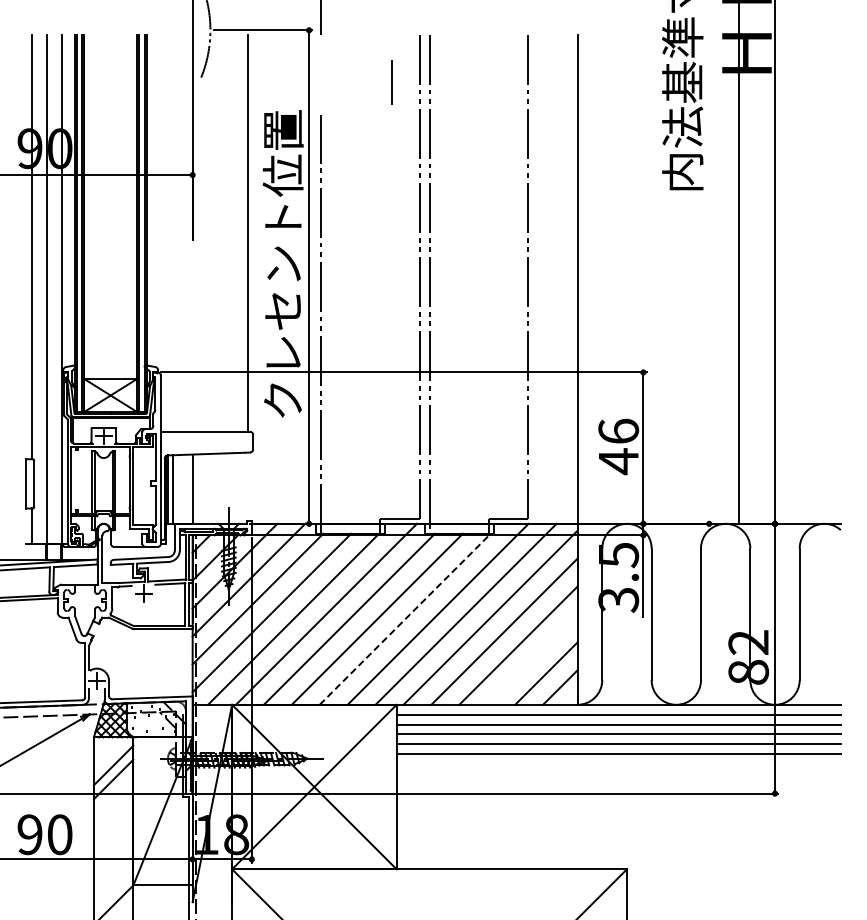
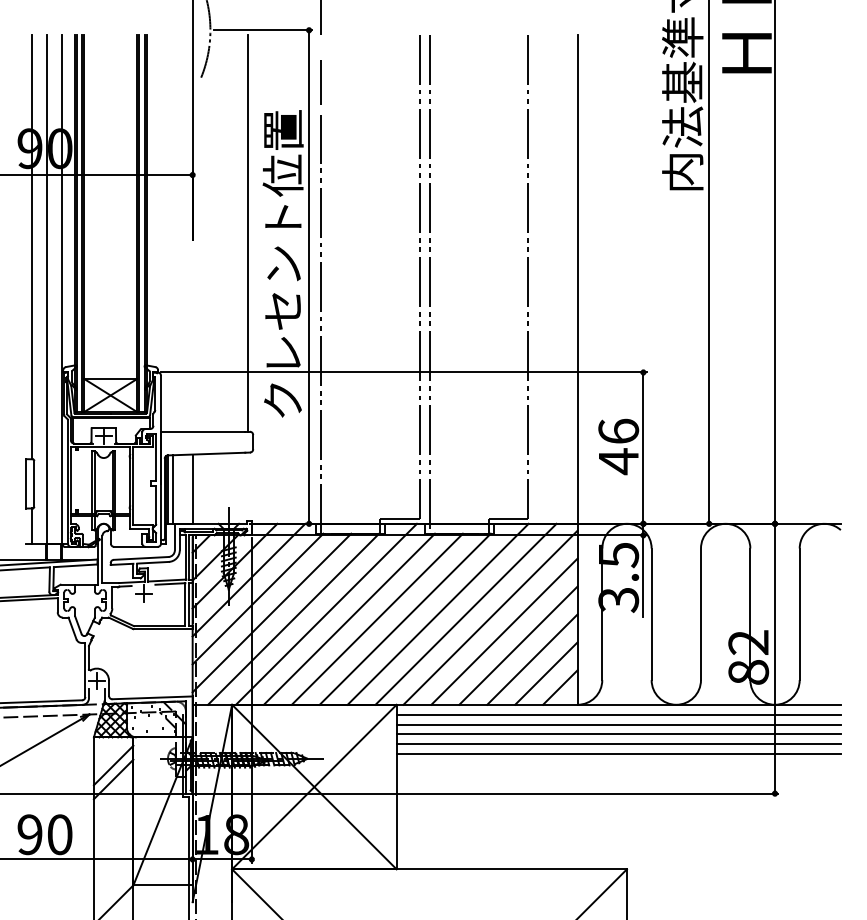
line at (391, 82) position: (391, 82) -> (320, 82)
line at (739, 262) position: (739, 262) -> (709, 262)
line at (405, 619): dashed -> solid
line at (532, 659): none -> present
